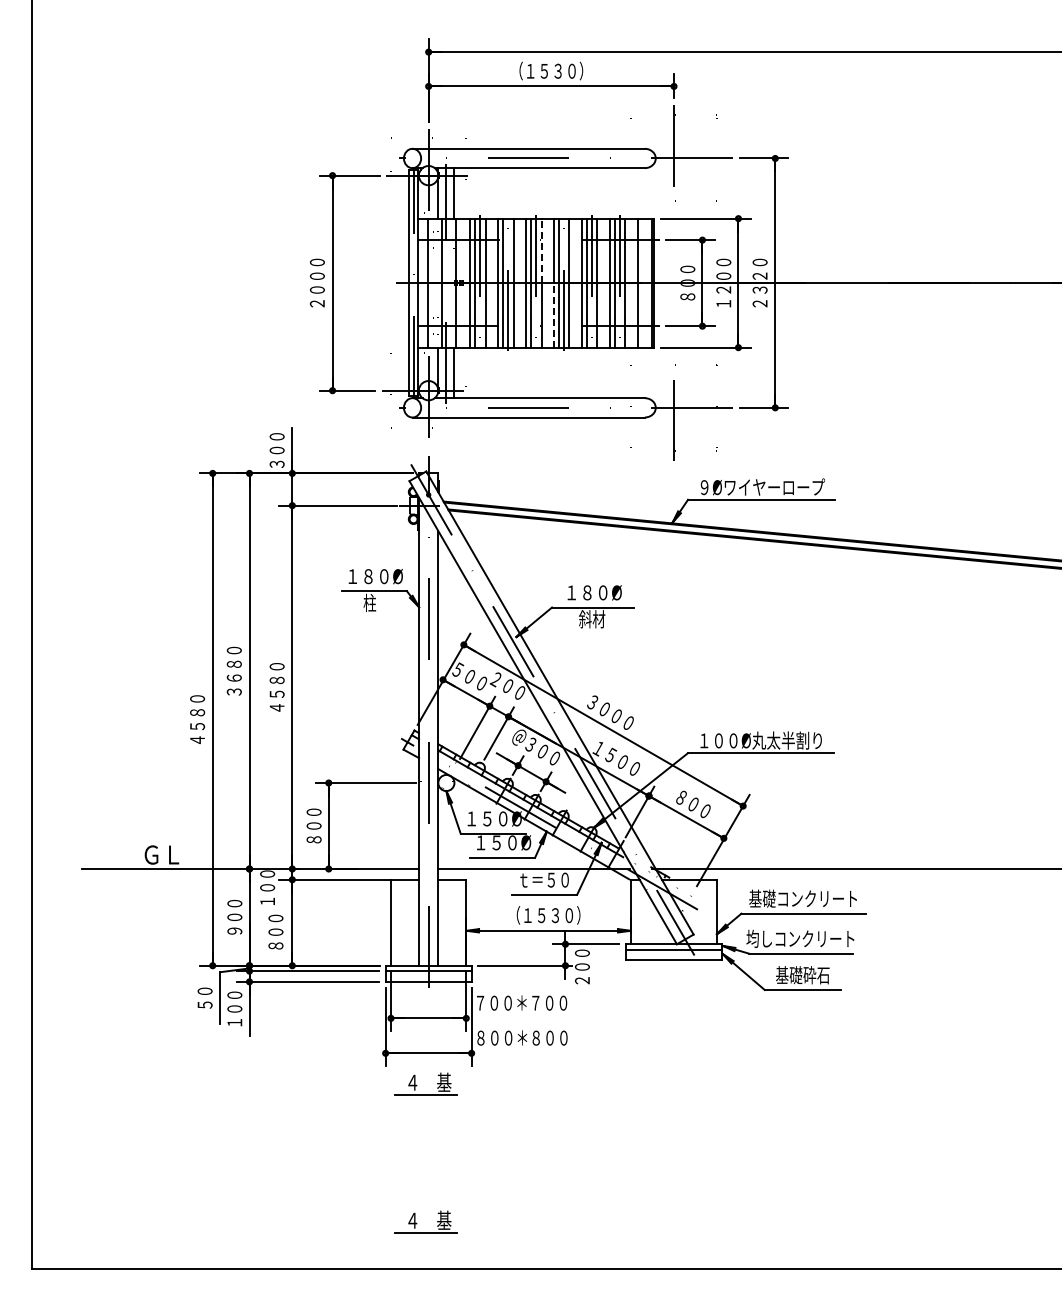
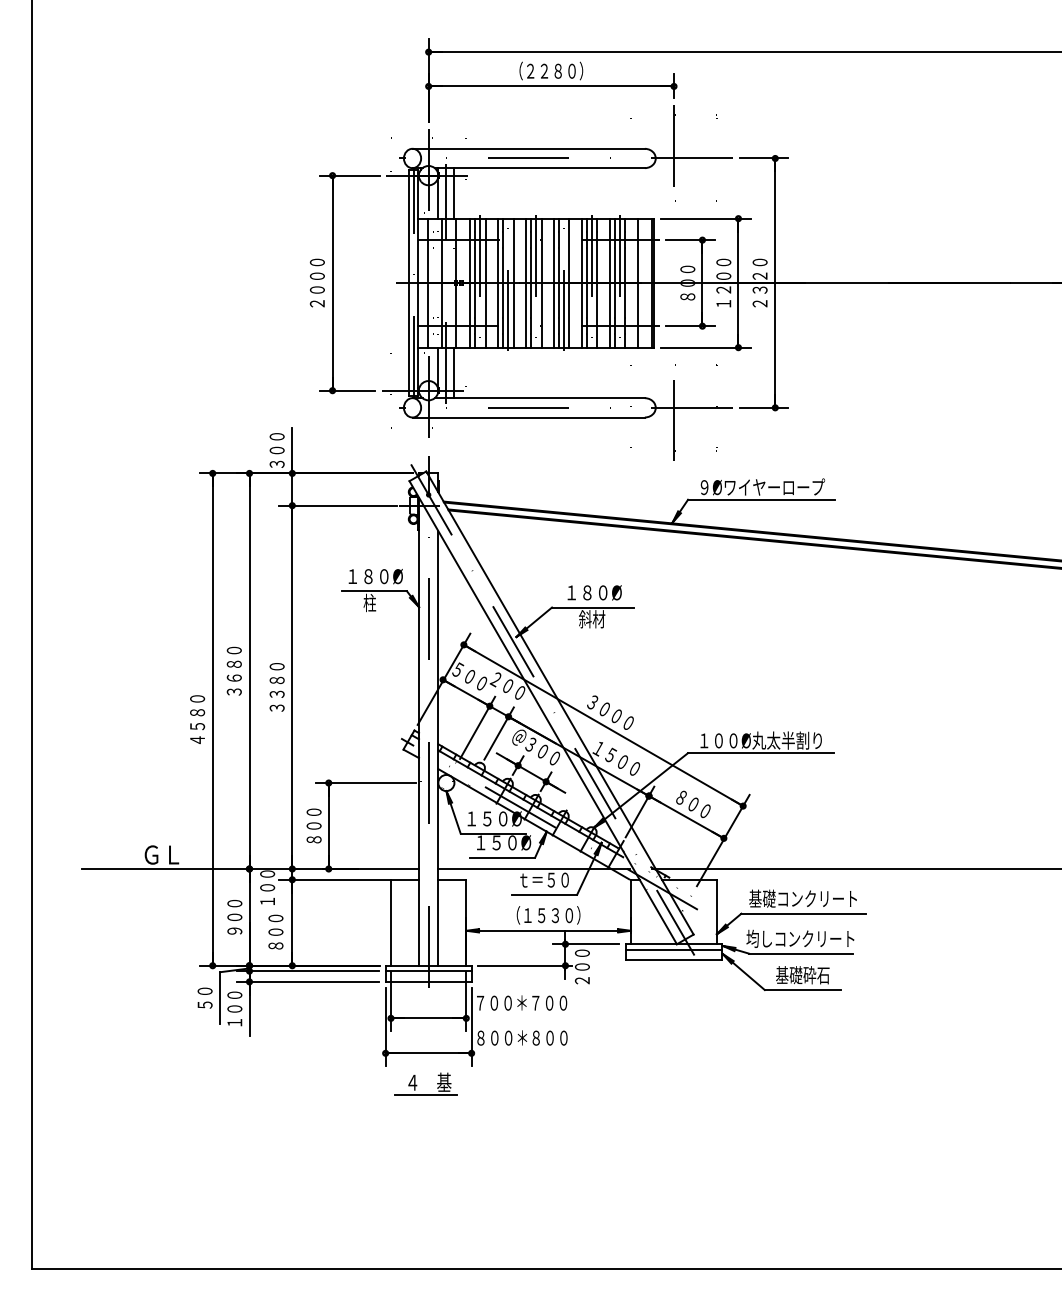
text at (544, 70): （１５３０） -> （２２８０）
line at (541, 250): dashed -> solid
line at (554, 314): dashed -> solid
text at (276, 700): ４５８０ -> ３３８０
part at (417, 1223): present -> none
